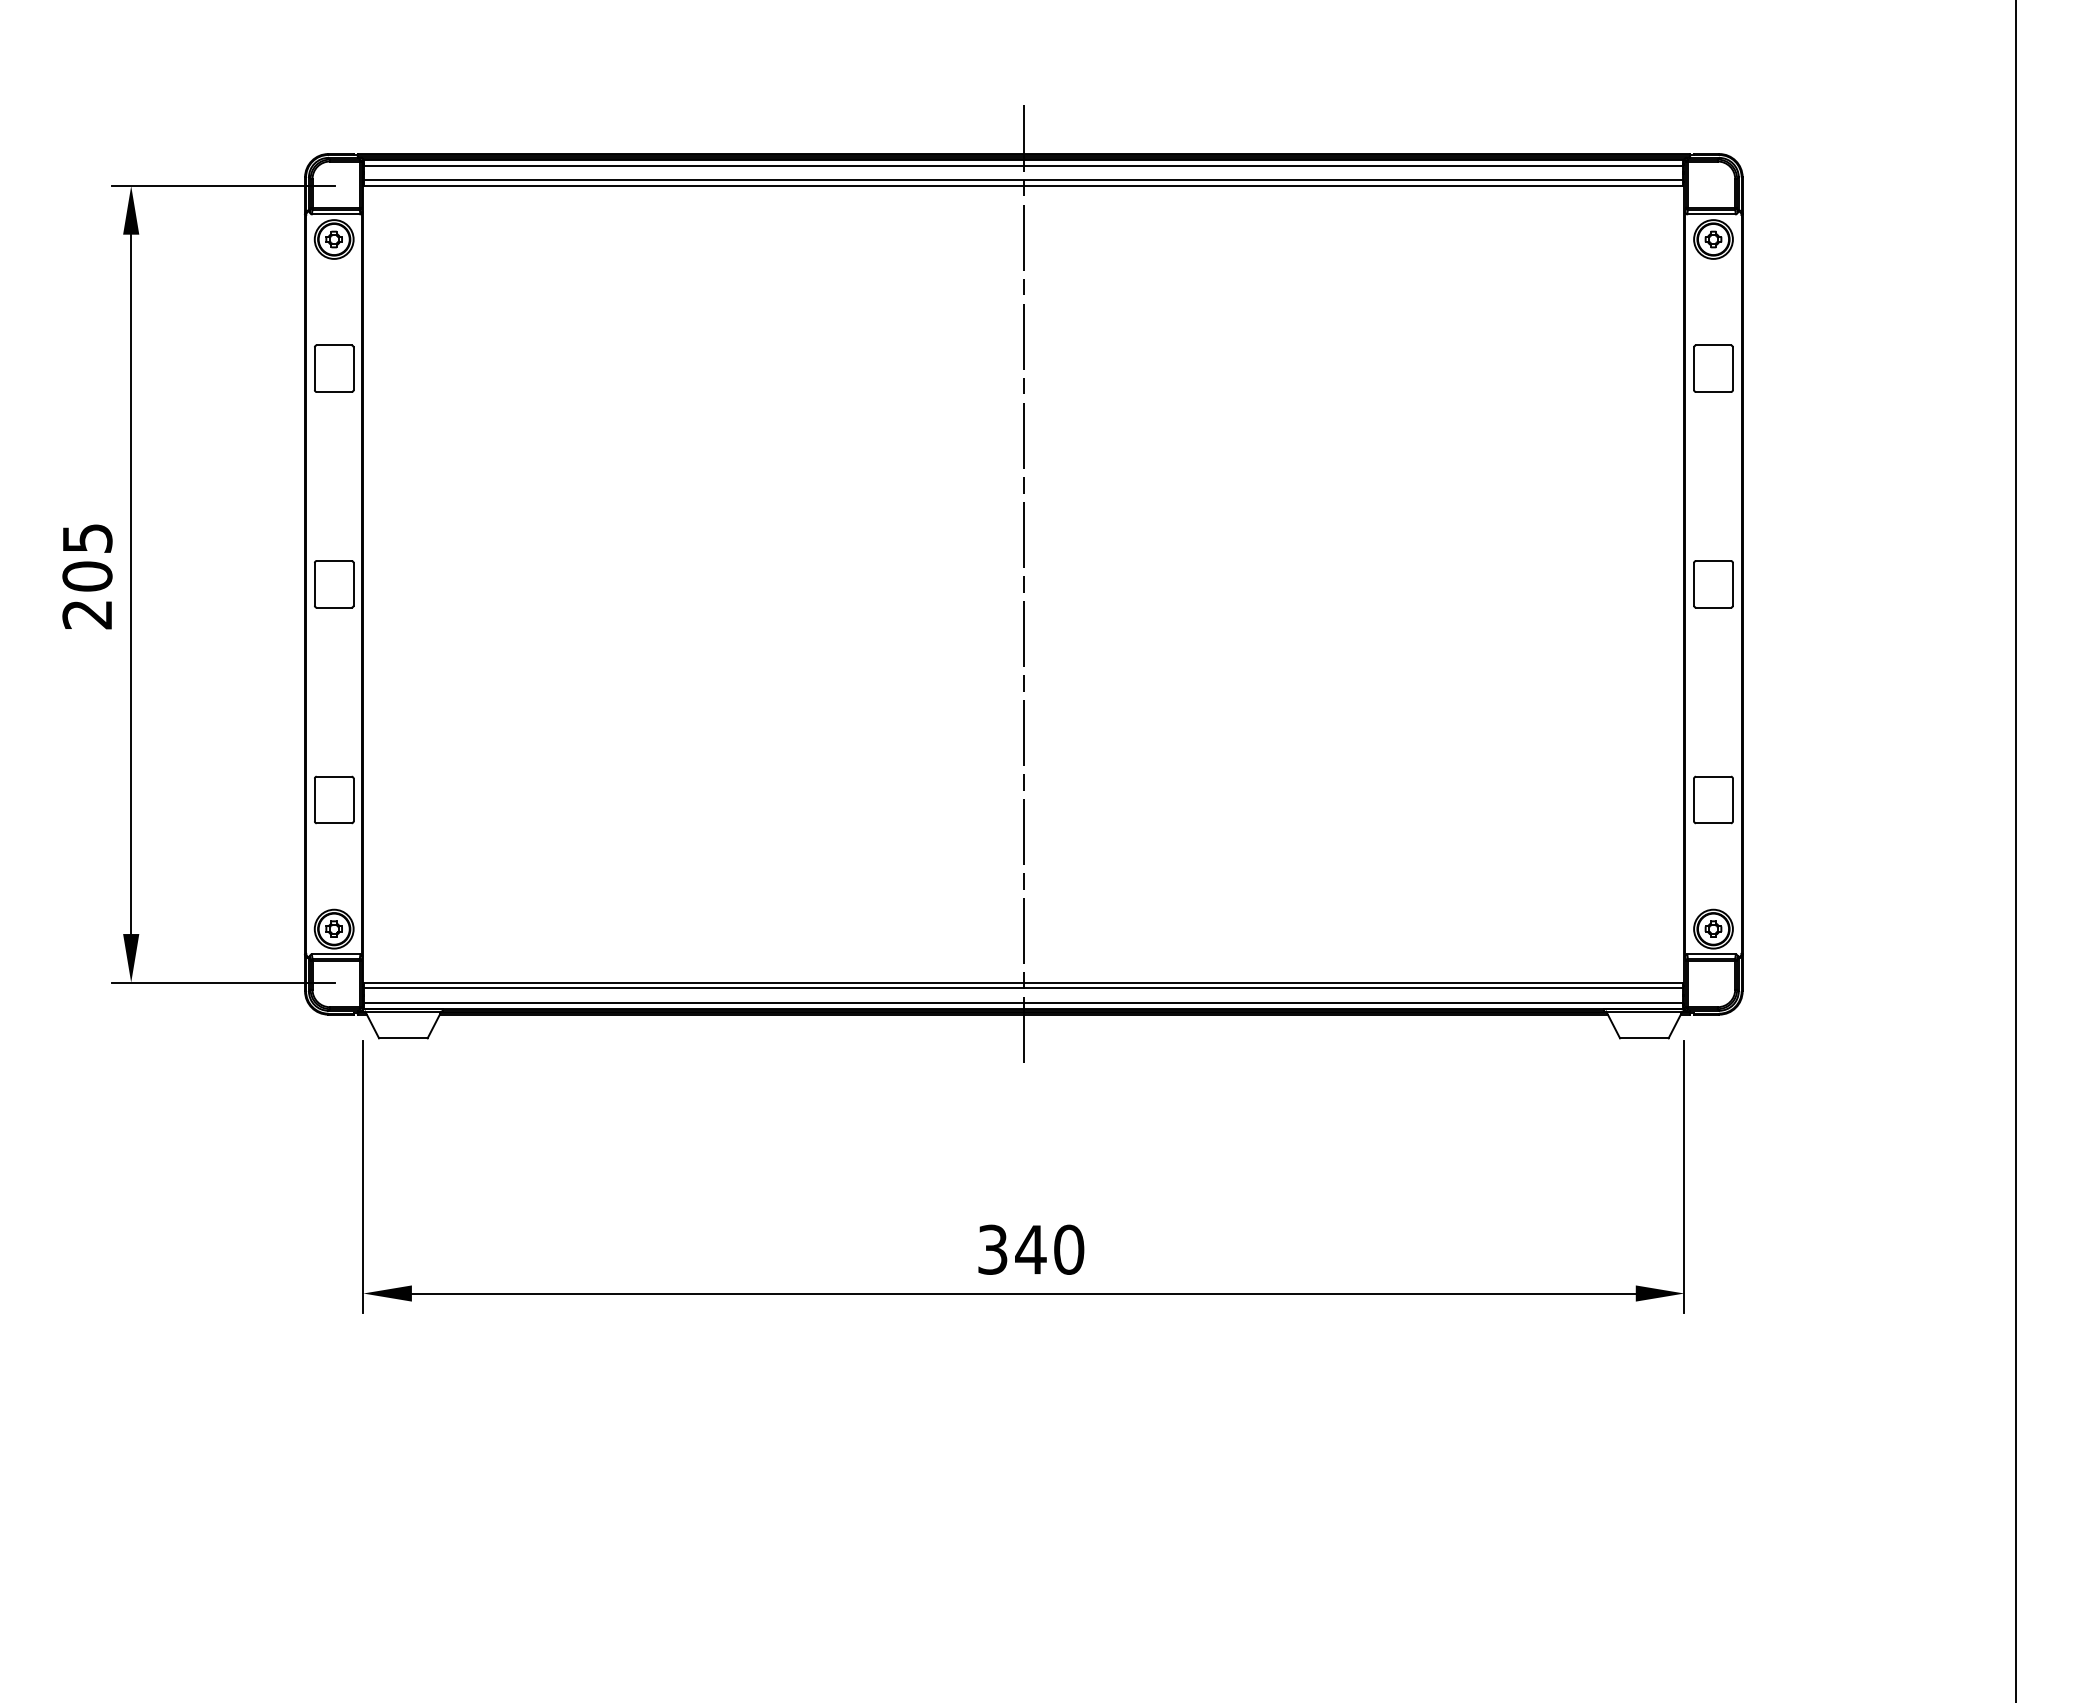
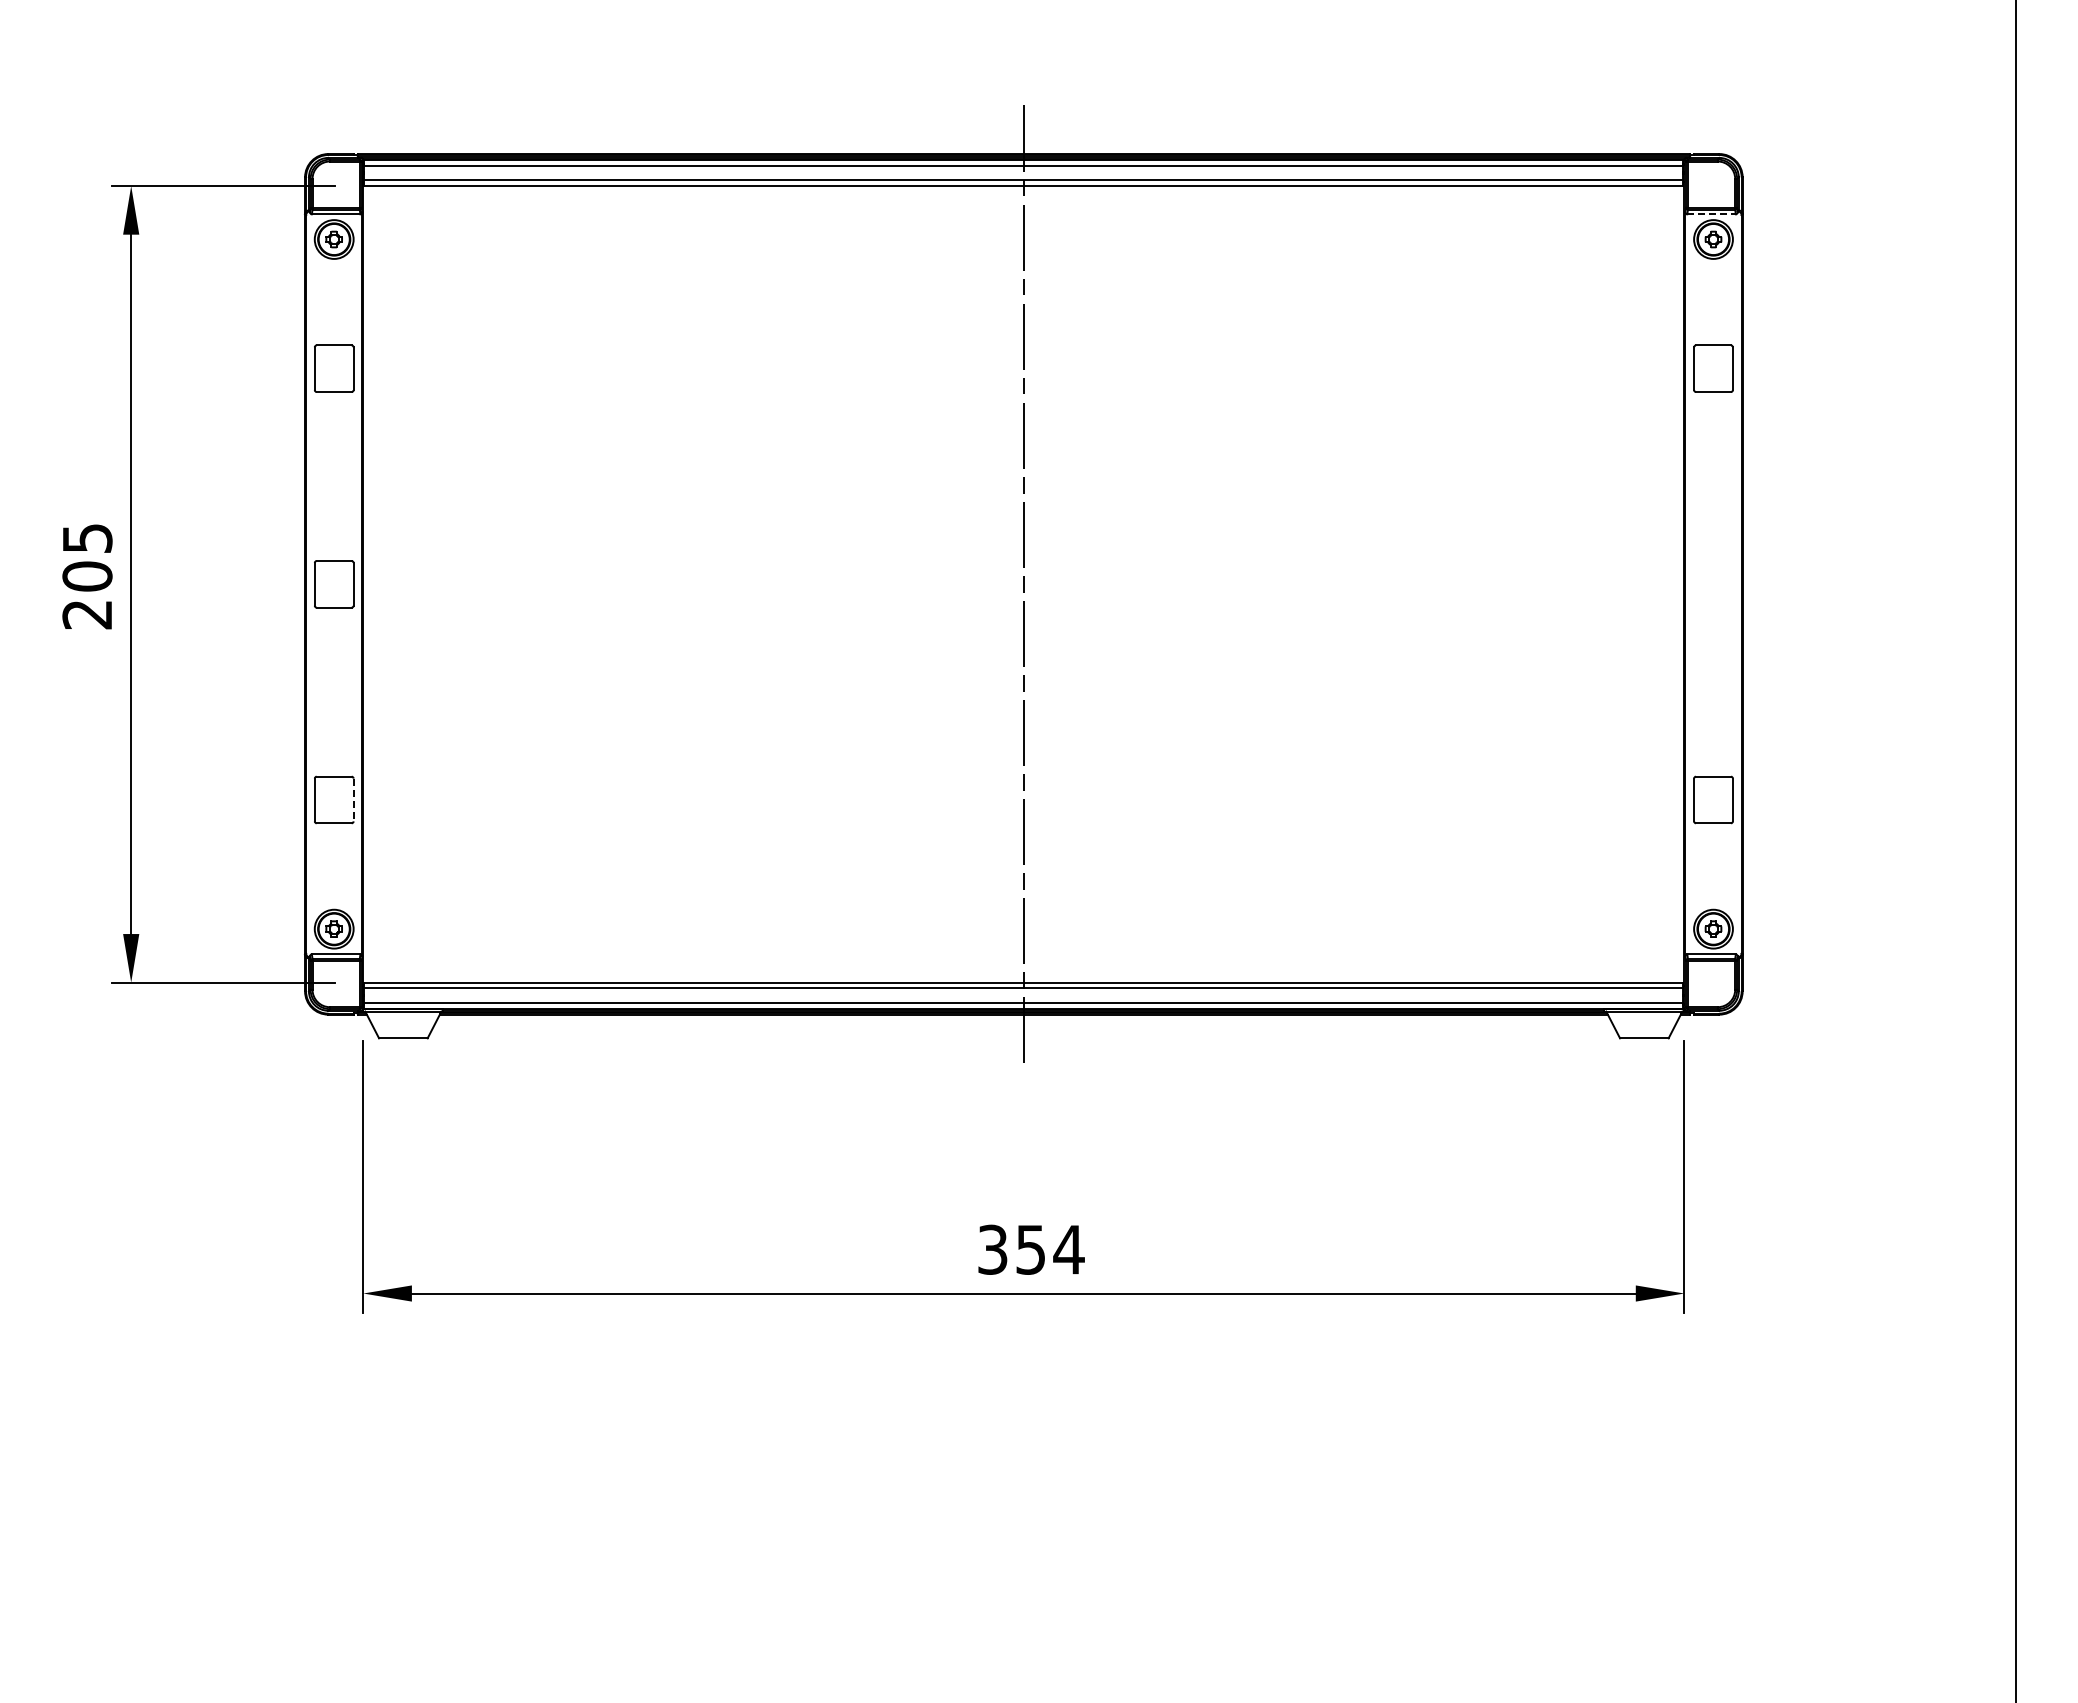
line at (1712, 214): solid -> dashed
part at (1713, 584): present -> none
line at (353, 800): solid -> dashed
text at (1049, 1249): 340 -> 354
